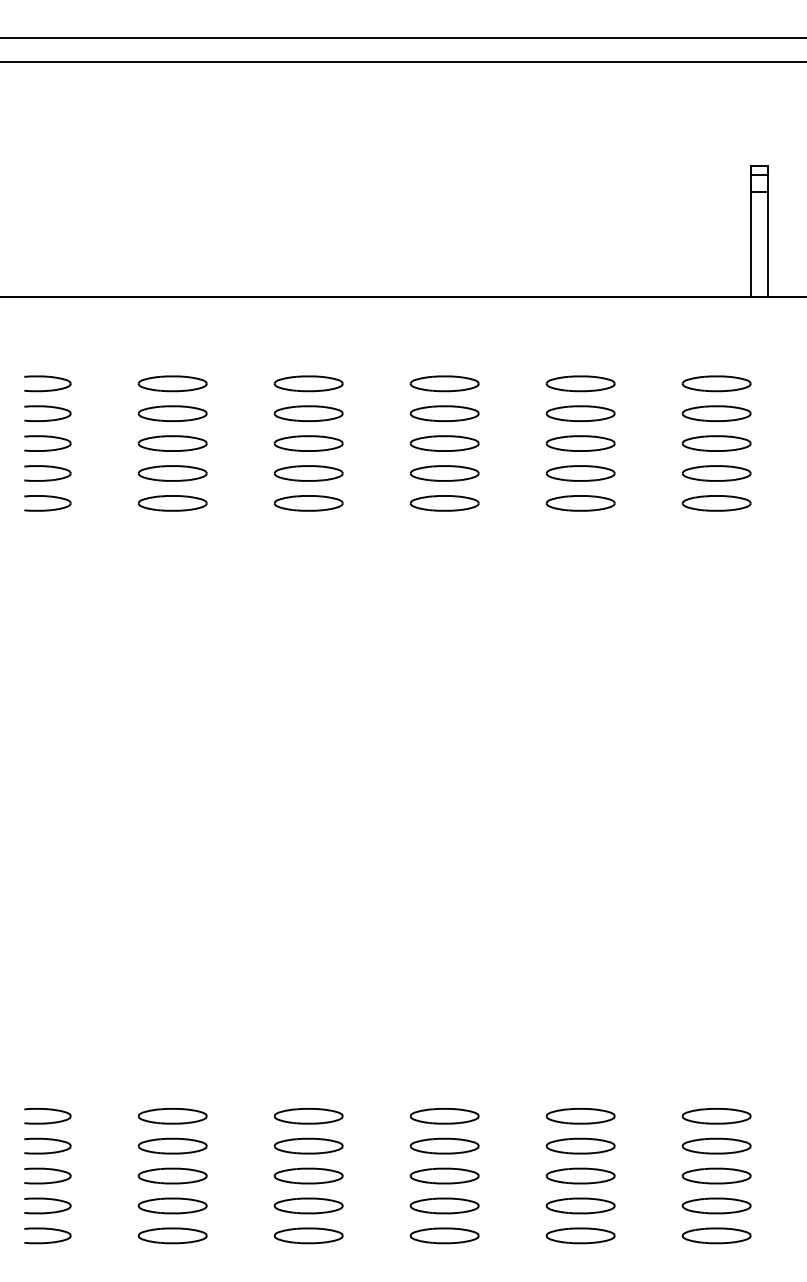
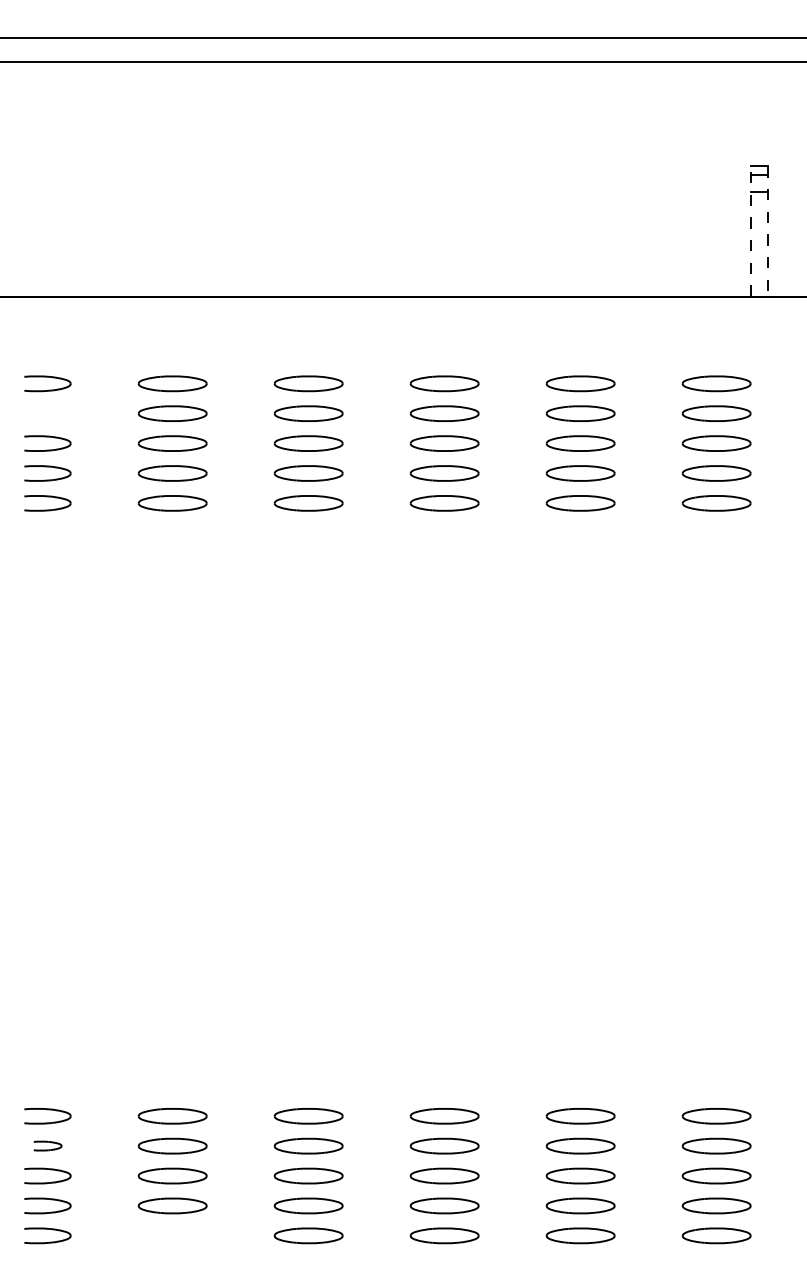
line at (750, 231): solid -> dashed
line at (767, 232): solid -> dashed
part at (47, 413): present -> none
part at (47, 1145) size: 48x18 px -> 30x12 px
part at (172, 1235): present -> none
